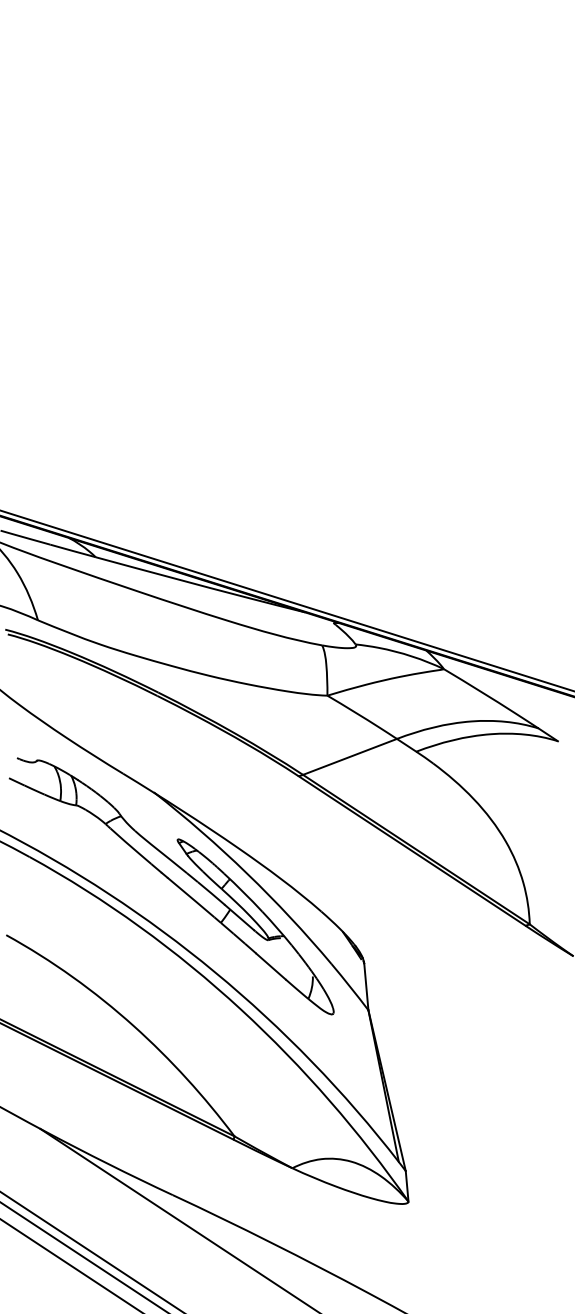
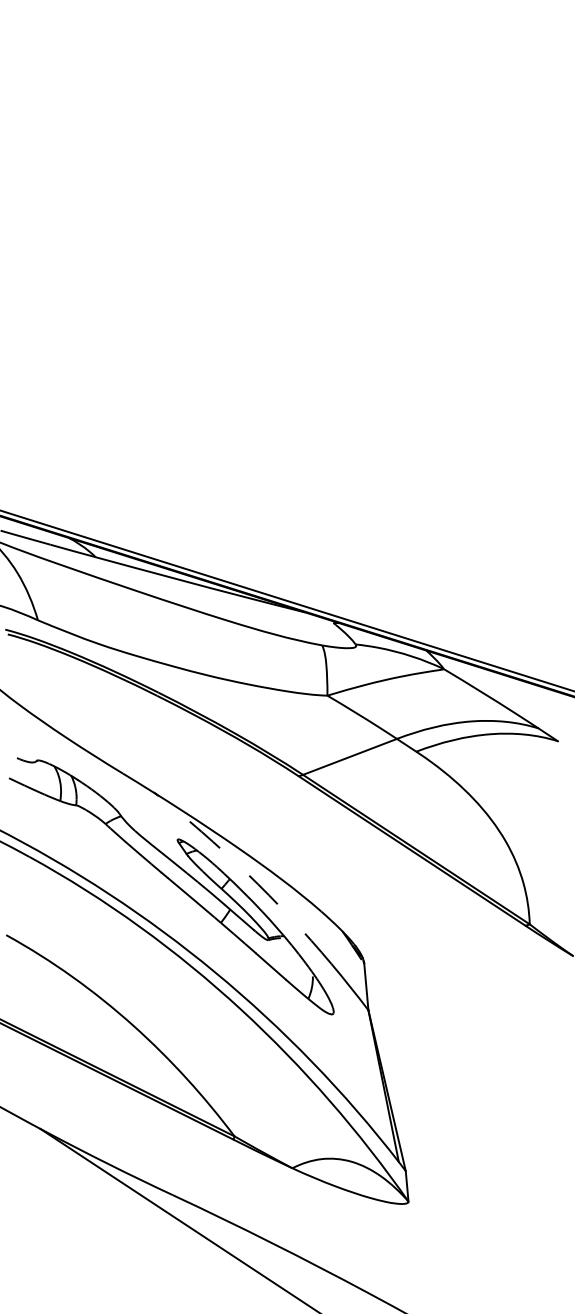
arc at (247, 873): solid -> dashed
line at (91, 1251): present -> none
line at (83, 1256): present -> none
line at (70, 1265): present -> none
